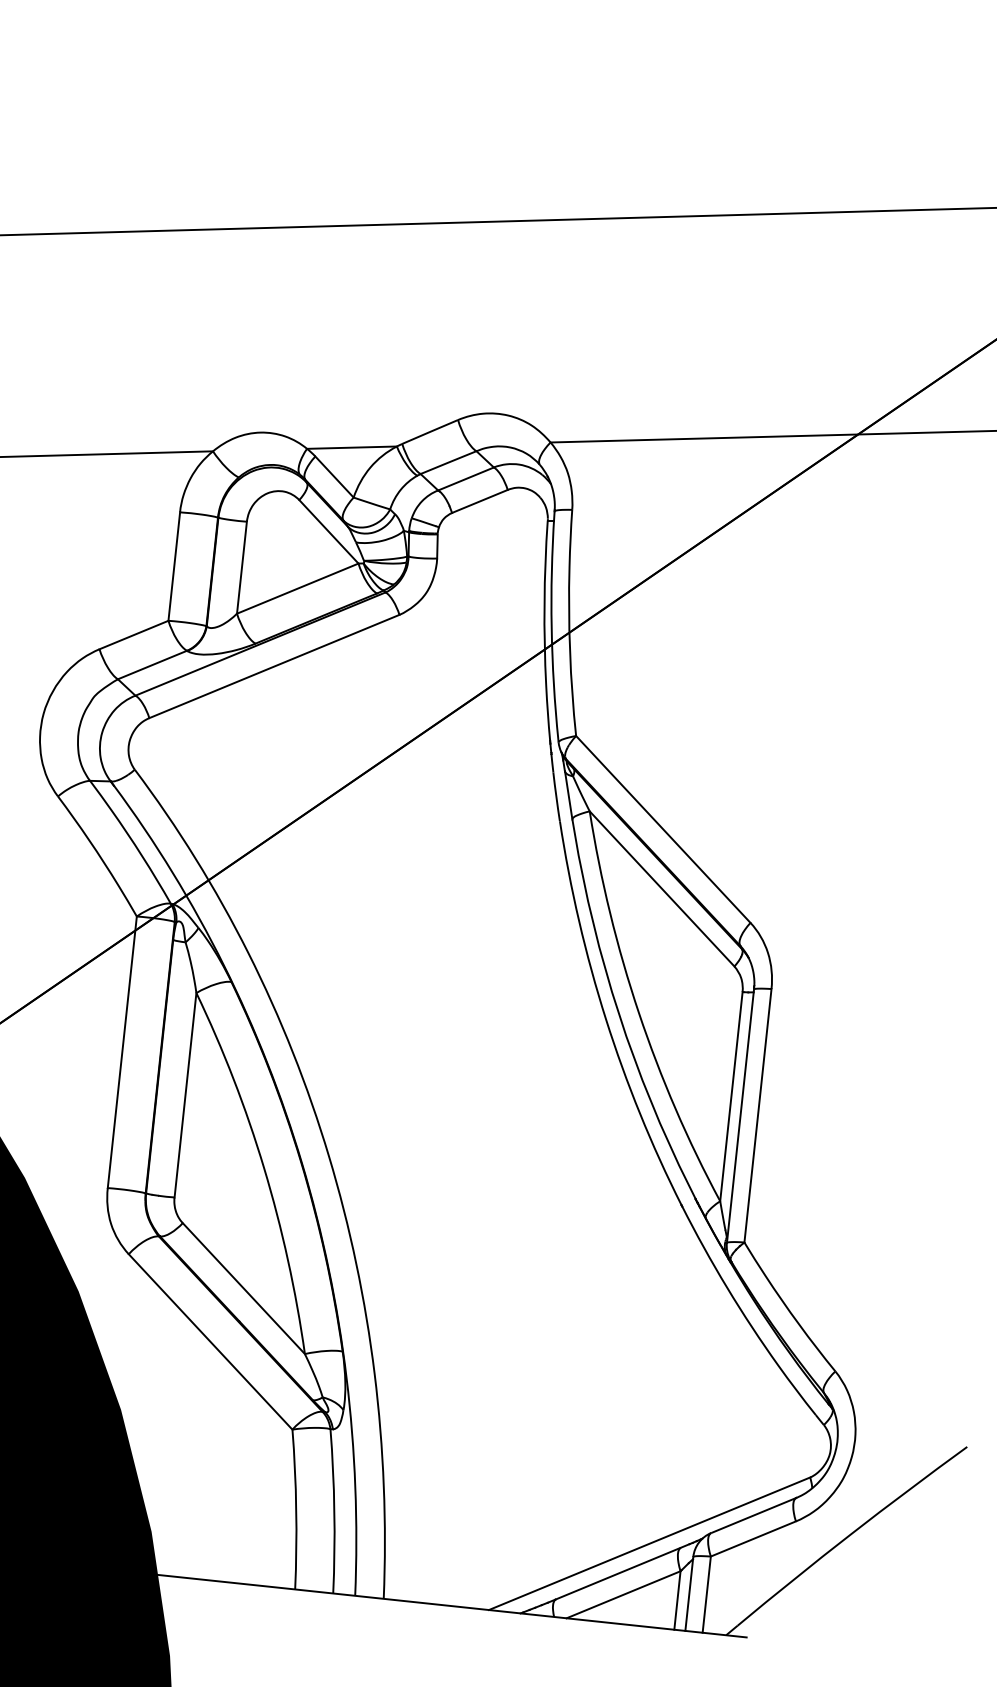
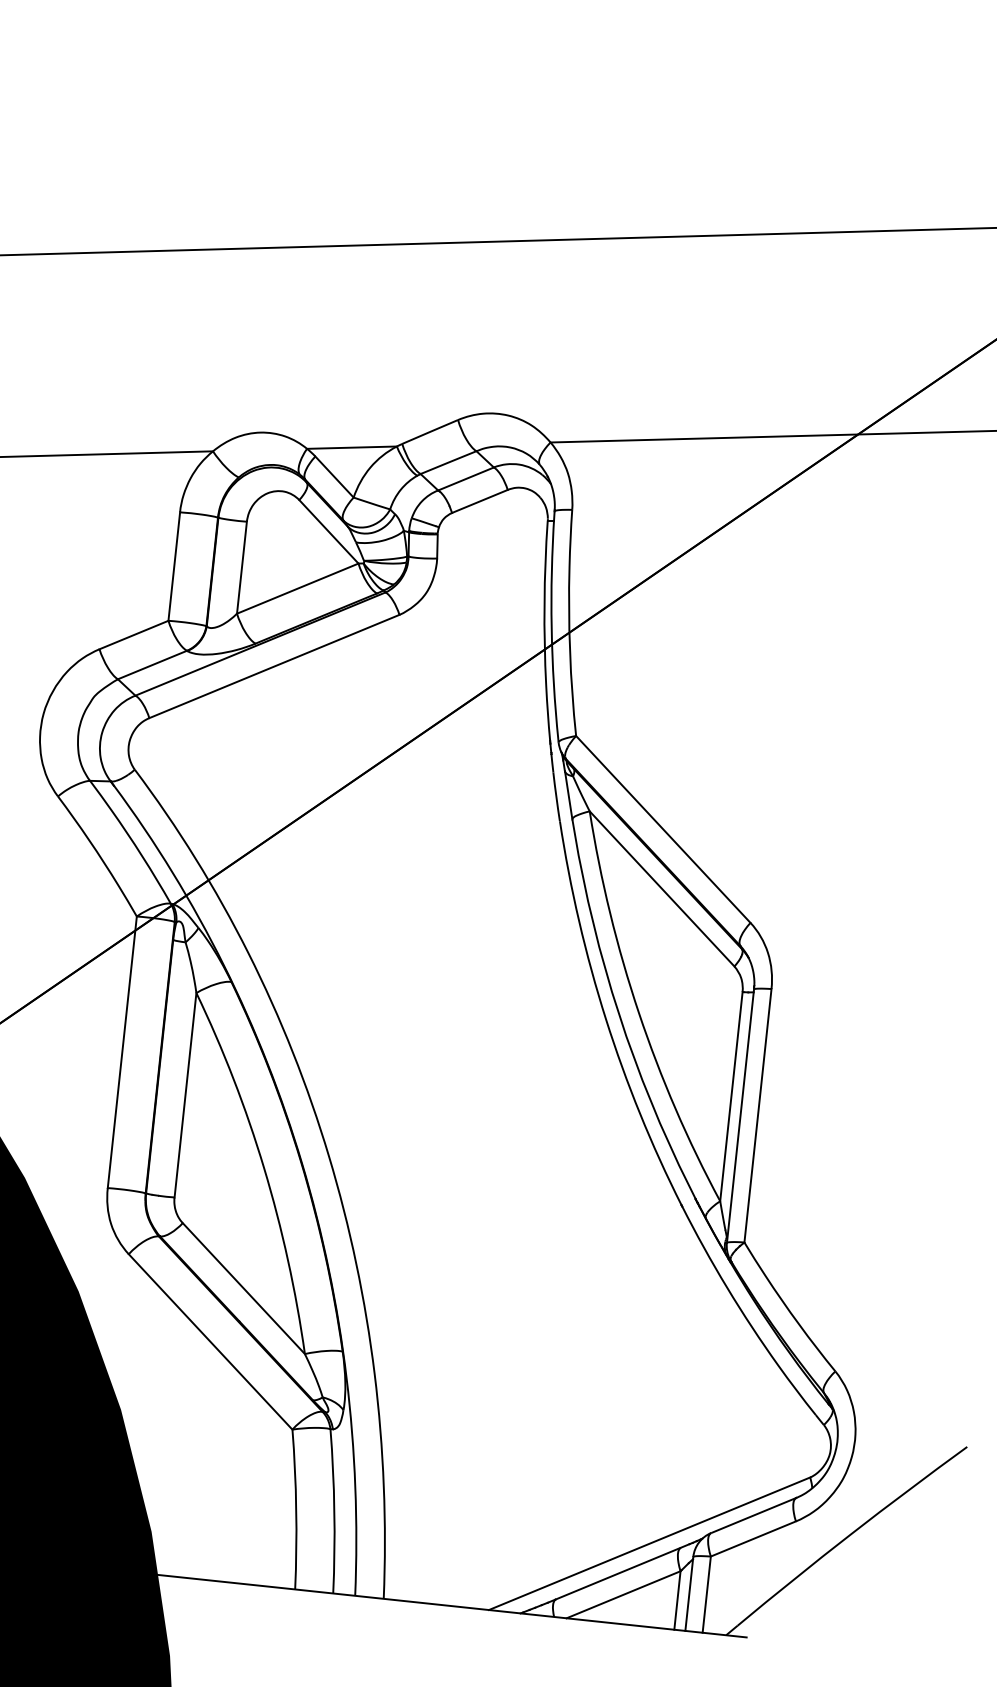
line at (497, 221) position: (497, 221) -> (497, 241)
